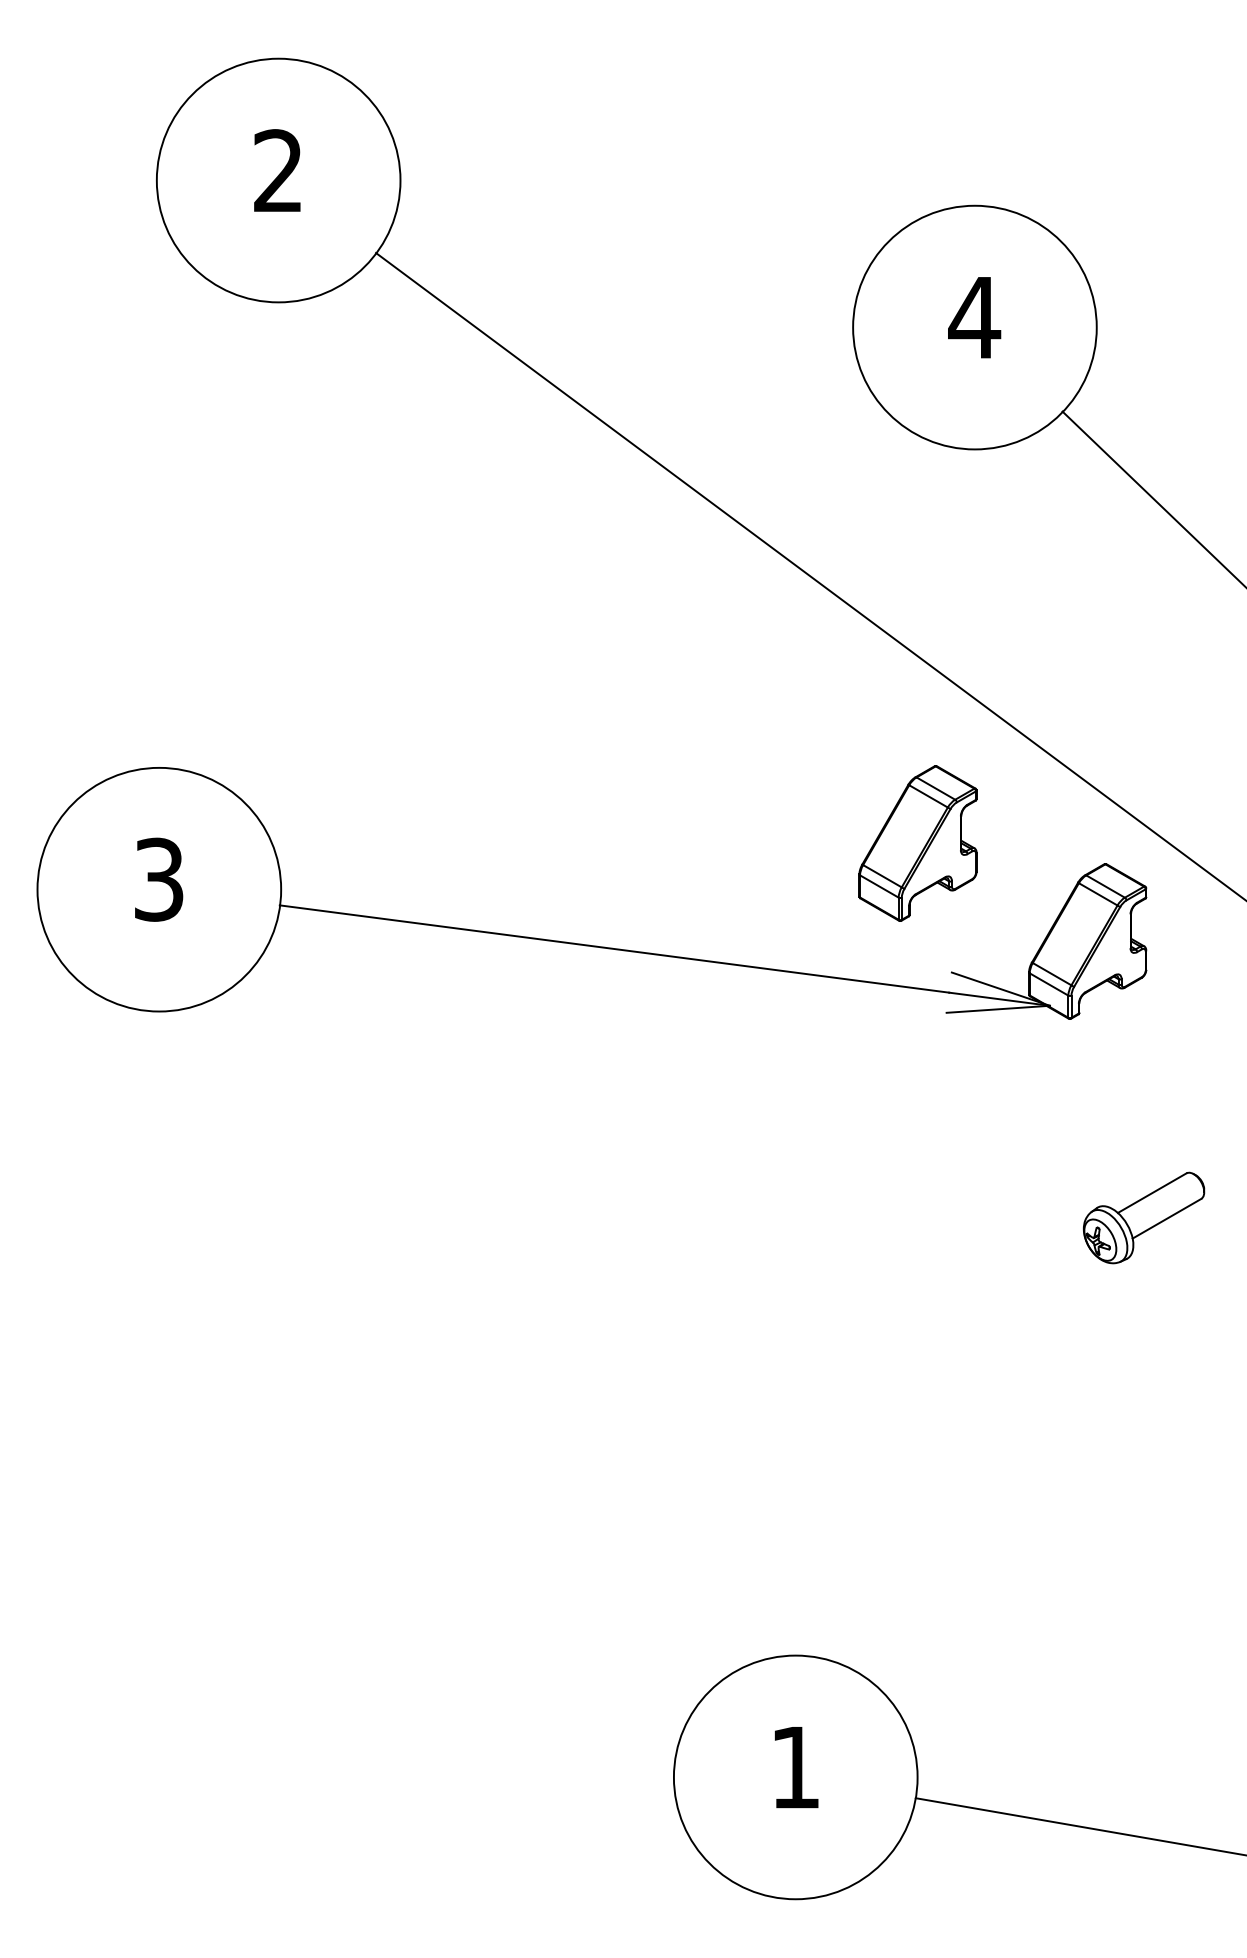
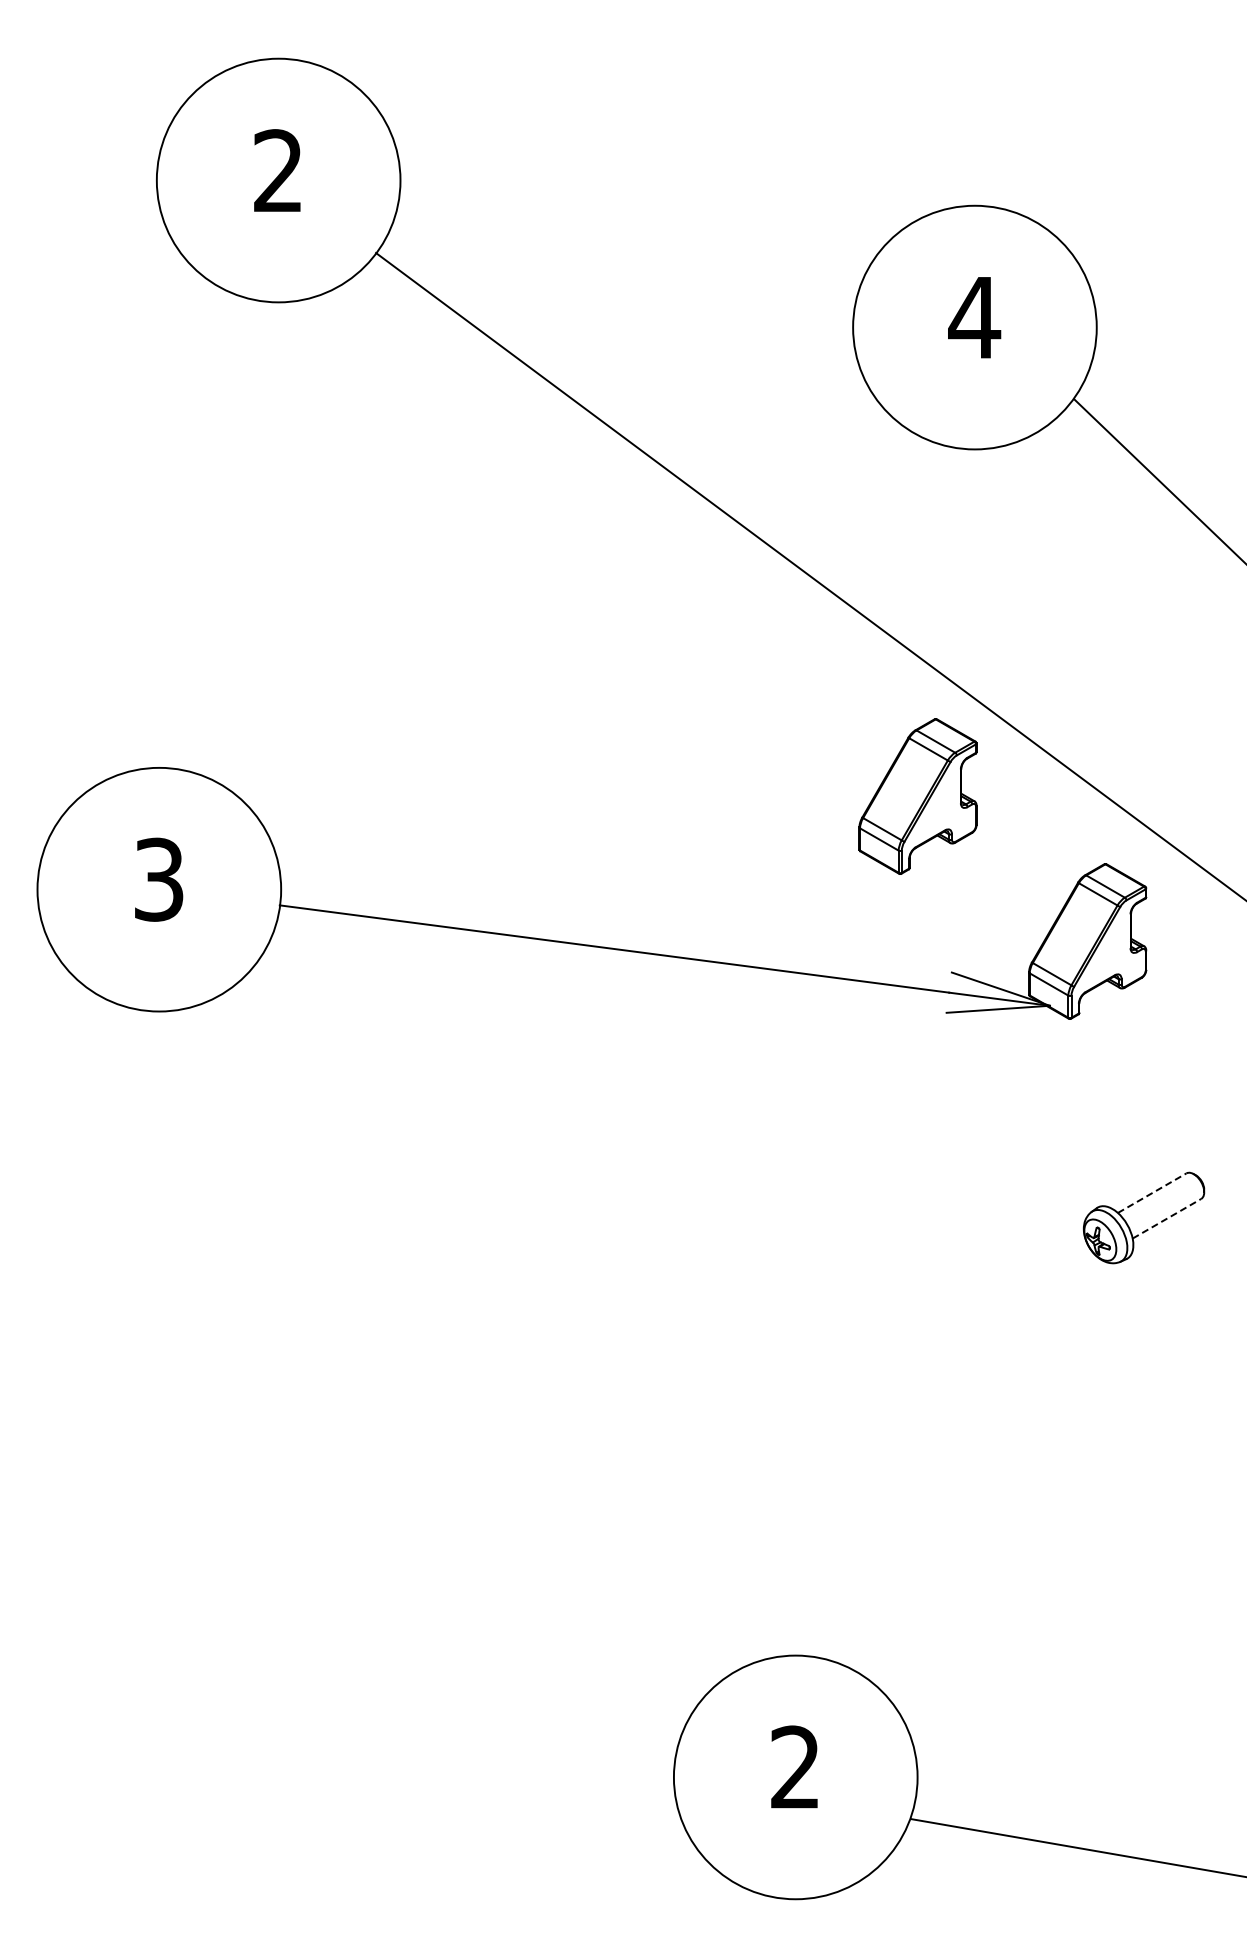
line at (1152, 498) position: (1152, 498) -> (1158, 480)
part at (917, 843) position: (917, 843) -> (917, 796)
line at (1152, 1193): solid -> dashed
line at (1166, 1218): solid -> dashed
text at (794, 1766): 1 -> 2
line at (1079, 1826) position: (1079, 1826) -> (1077, 1847)
